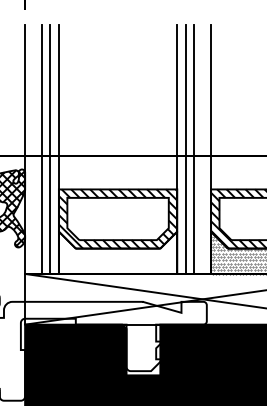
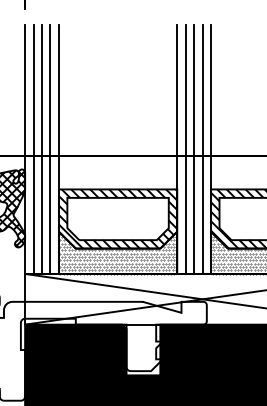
line at (33, 149): none -> present
line at (202, 149): none -> present
hatch at (117, 253): none -> present
